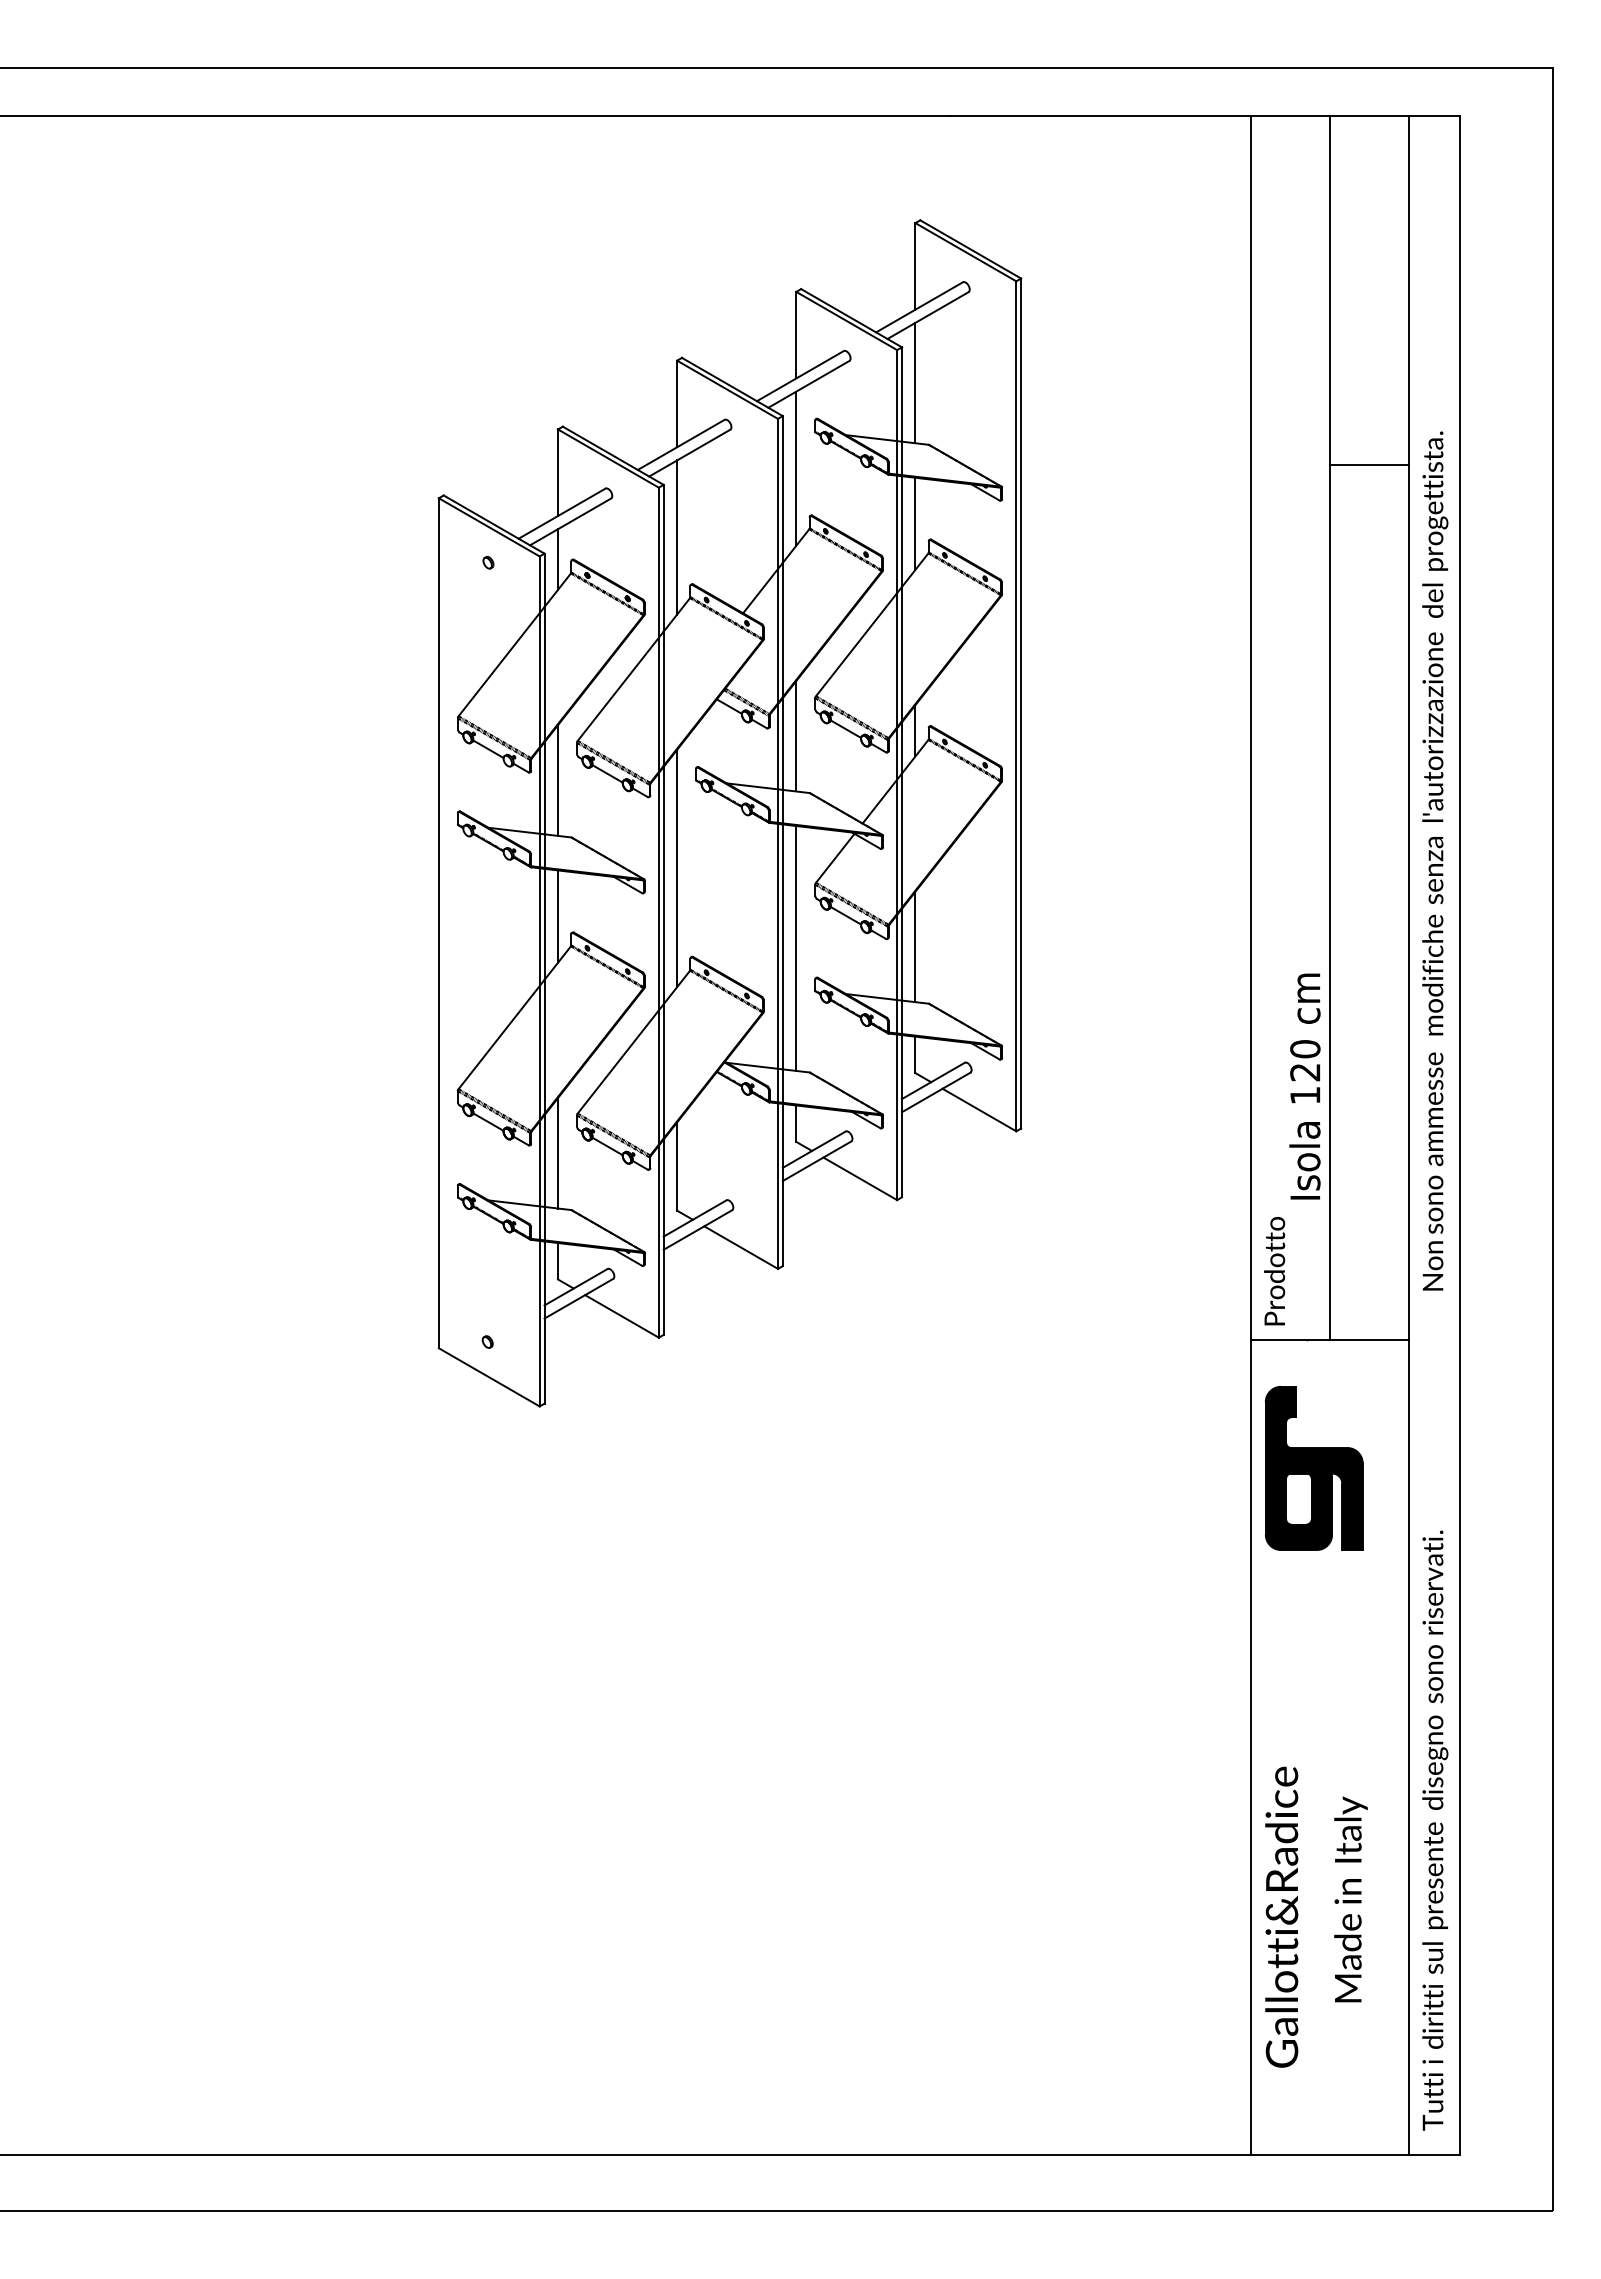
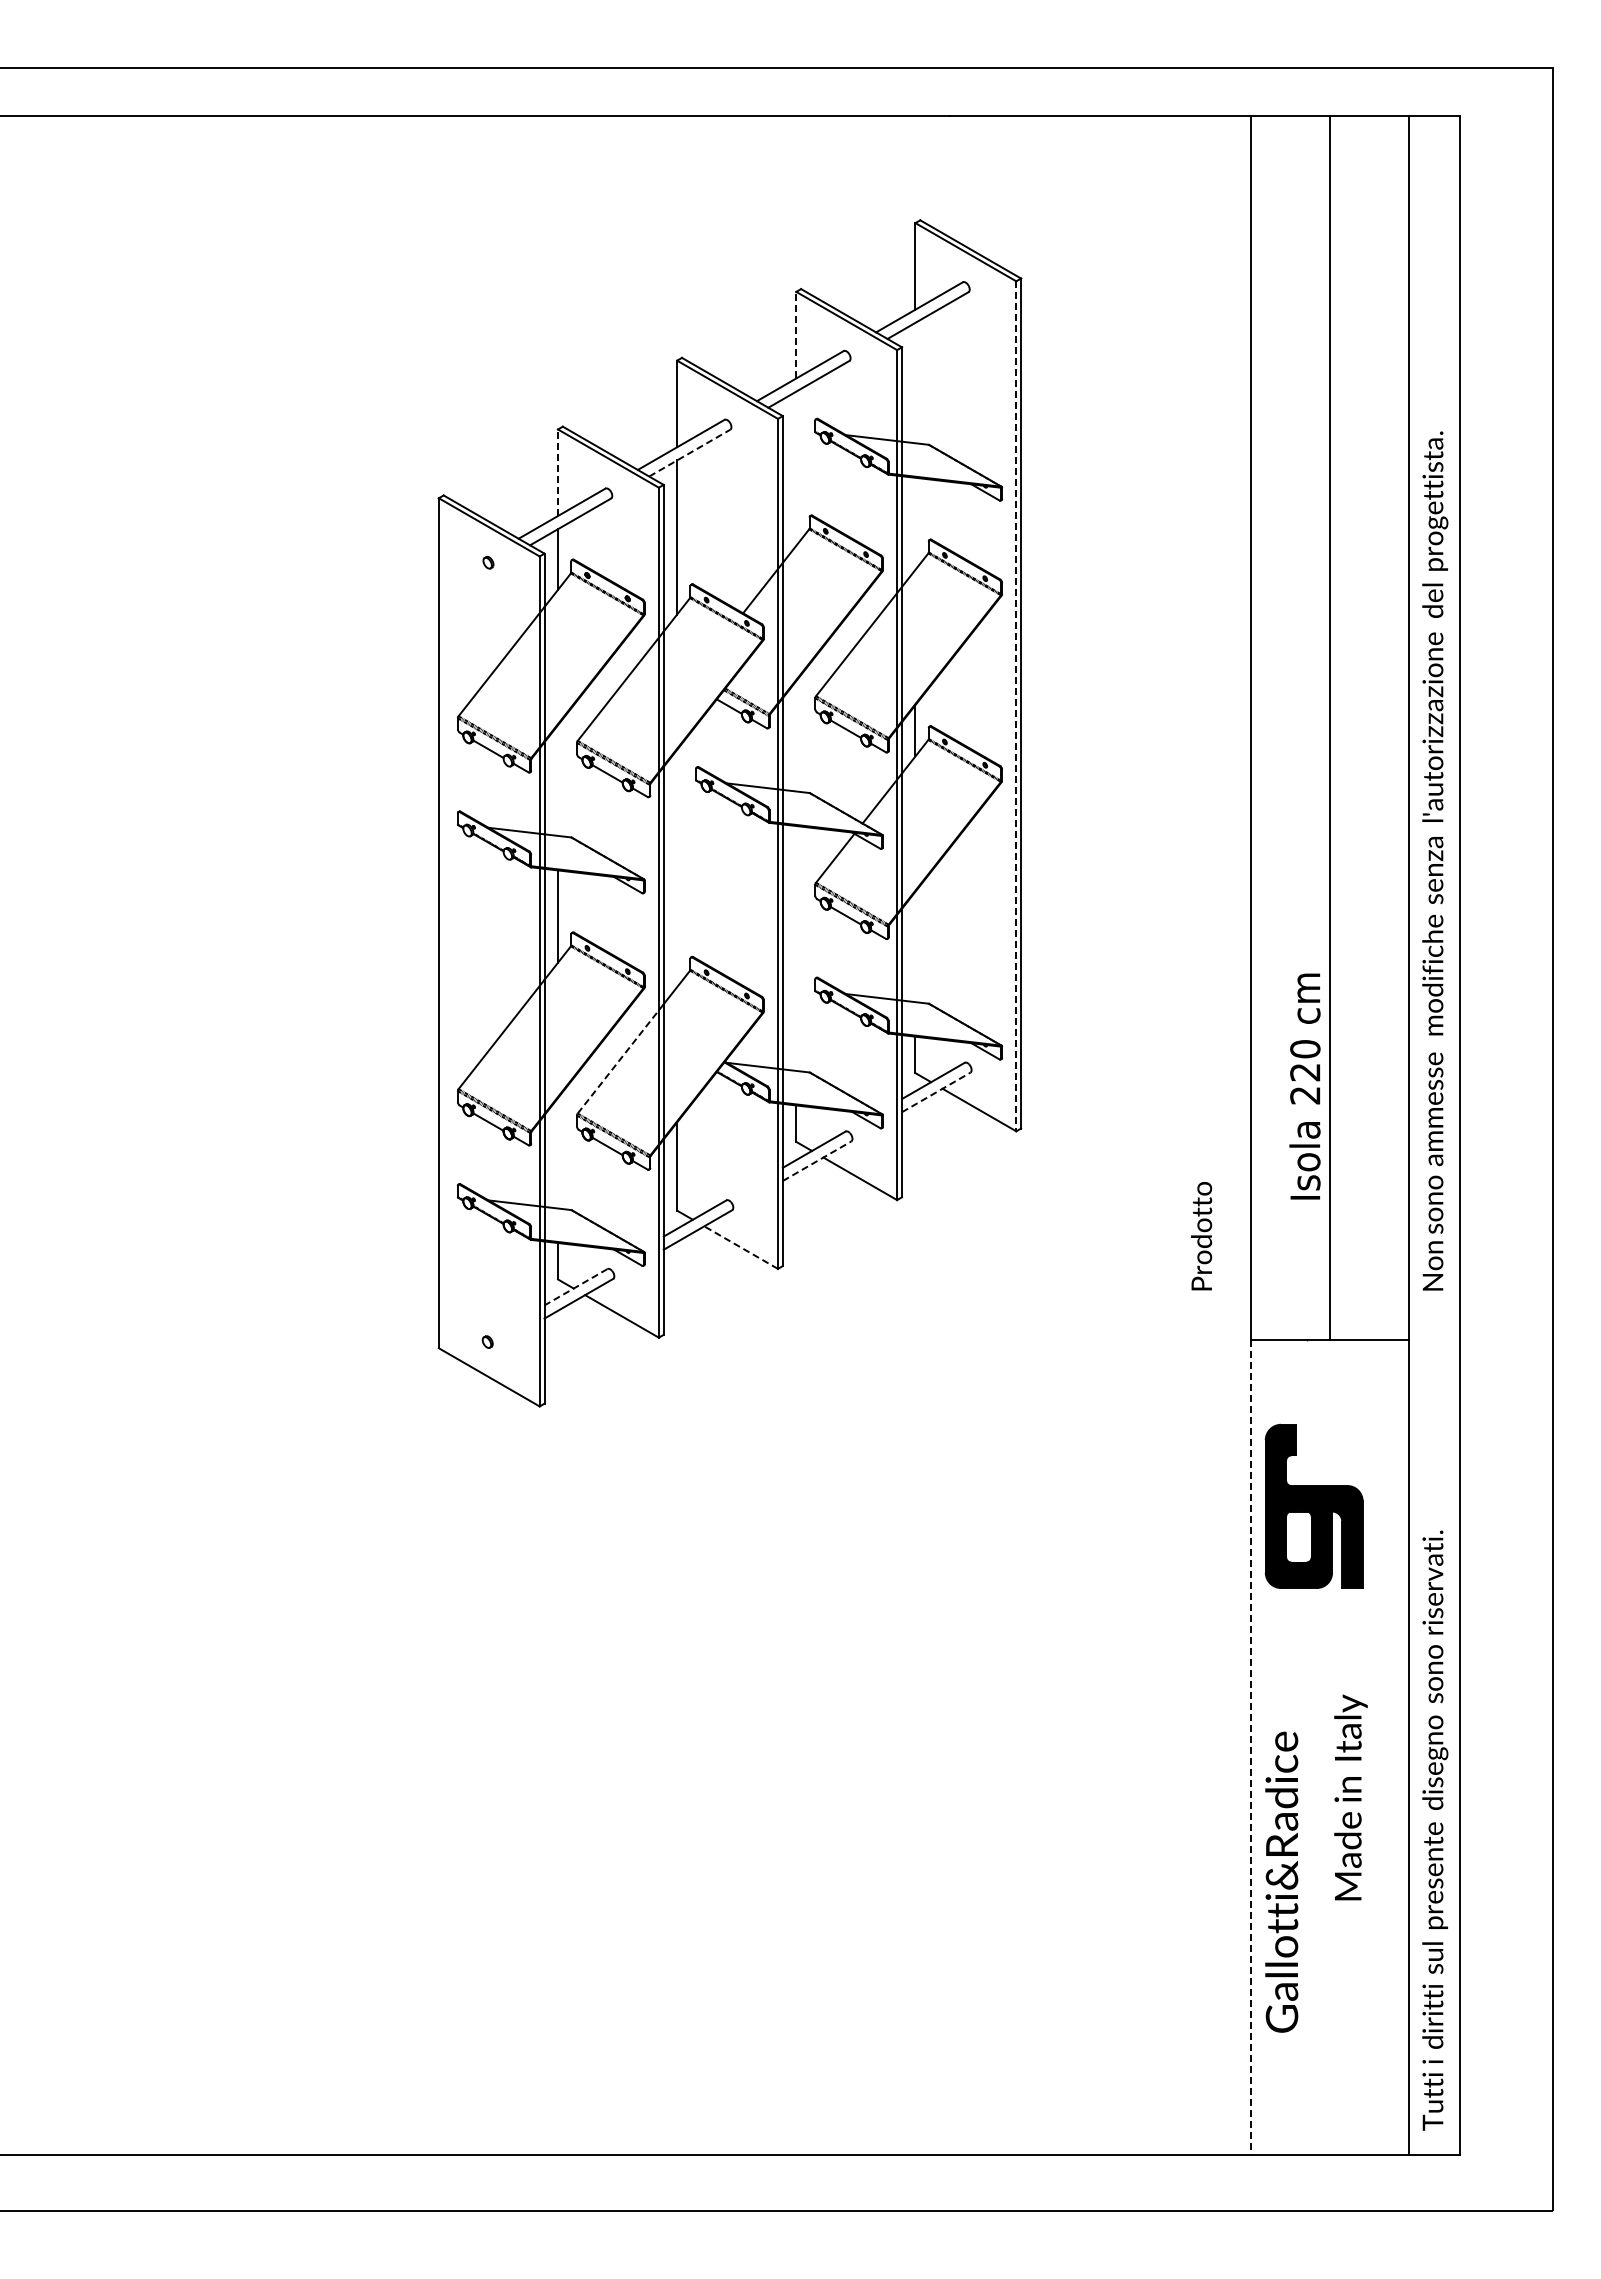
line at (796, 334): solid -> dashed
line at (915, 382): present -> none
line at (689, 453): solid -> dashed
line at (1369, 465): present -> none
line at (796, 468): present -> none
line at (558, 472): solid -> dashed
line at (915, 523): present -> none
line at (1016, 706): solid -> dashed
line at (796, 736): present -> none
line at (558, 780): present -> none
line at (677, 868): present -> none
line at (915, 946): present -> none
line at (796, 948): present -> none
line at (620, 1059): solid -> dashed
line at (936, 1092): solid -> dashed
text at (1305, 1095): 120 -> 220
line at (558, 1153): present -> none
line at (817, 1161): solid -> dashed
line at (741, 1247): solid -> dashed
text at (1274, 1271) position: (1274, 1271) -> (1201, 1236)
line at (575, 1287): solid -> dashed
part at (1313, 1467) position: (1313, 1467) -> (1313, 1505)
line at (1251, 1747): solid -> dashed
text at (1350, 1899) position: (1350, 1899) -> (1350, 1797)
text at (1281, 1916) position: (1281, 1916) -> (1281, 1881)
